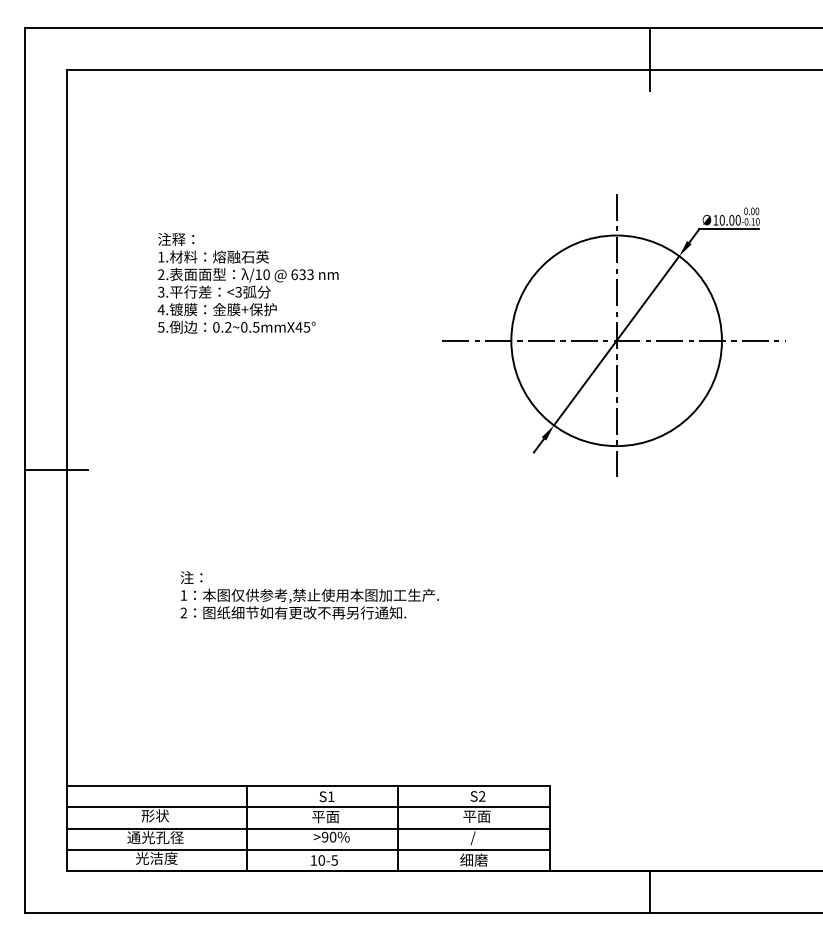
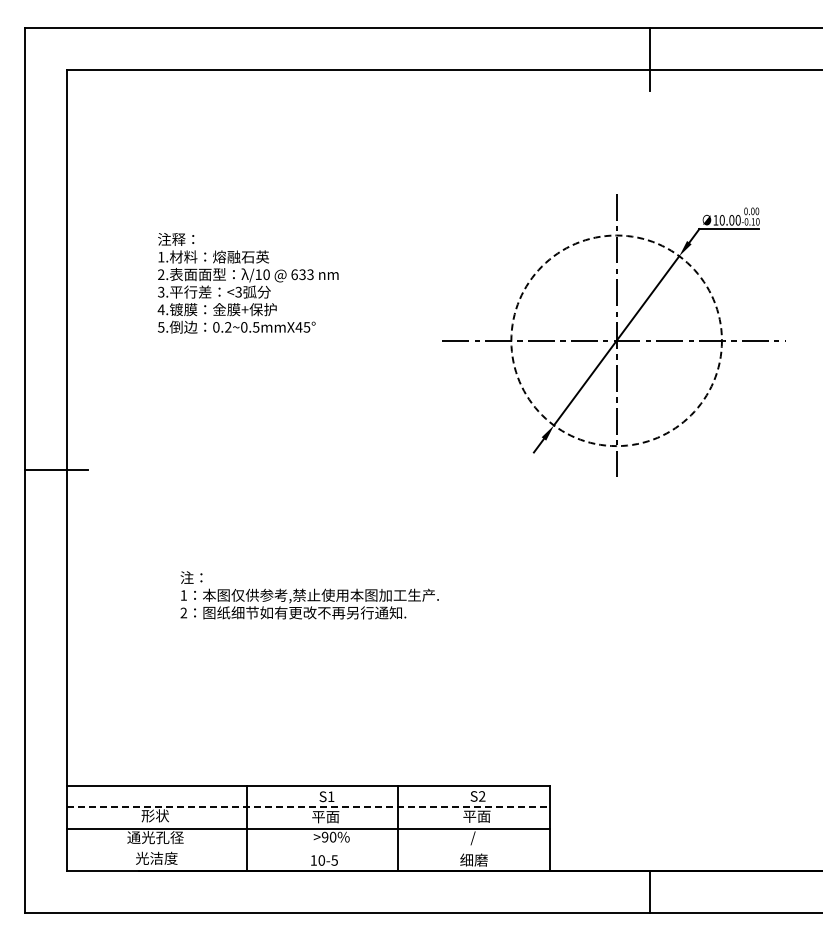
circle at (616, 340): solid -> dashed
line at (308, 807): solid -> dashed
line at (307, 849): present -> none
